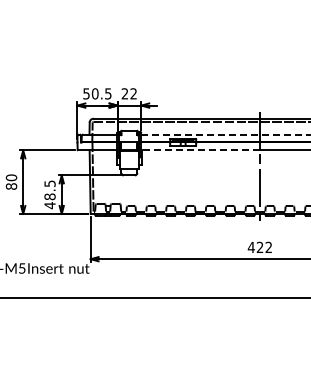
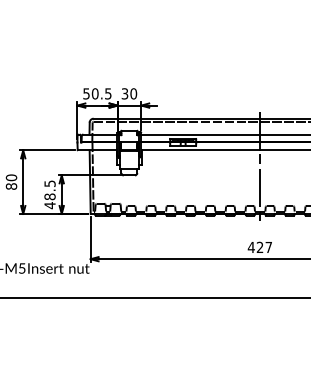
text at (129, 93): 22 -> 30
line at (225, 134): dashed -> solid
line at (200, 150): dashed -> solid
text at (268, 246): 422 -> 427
